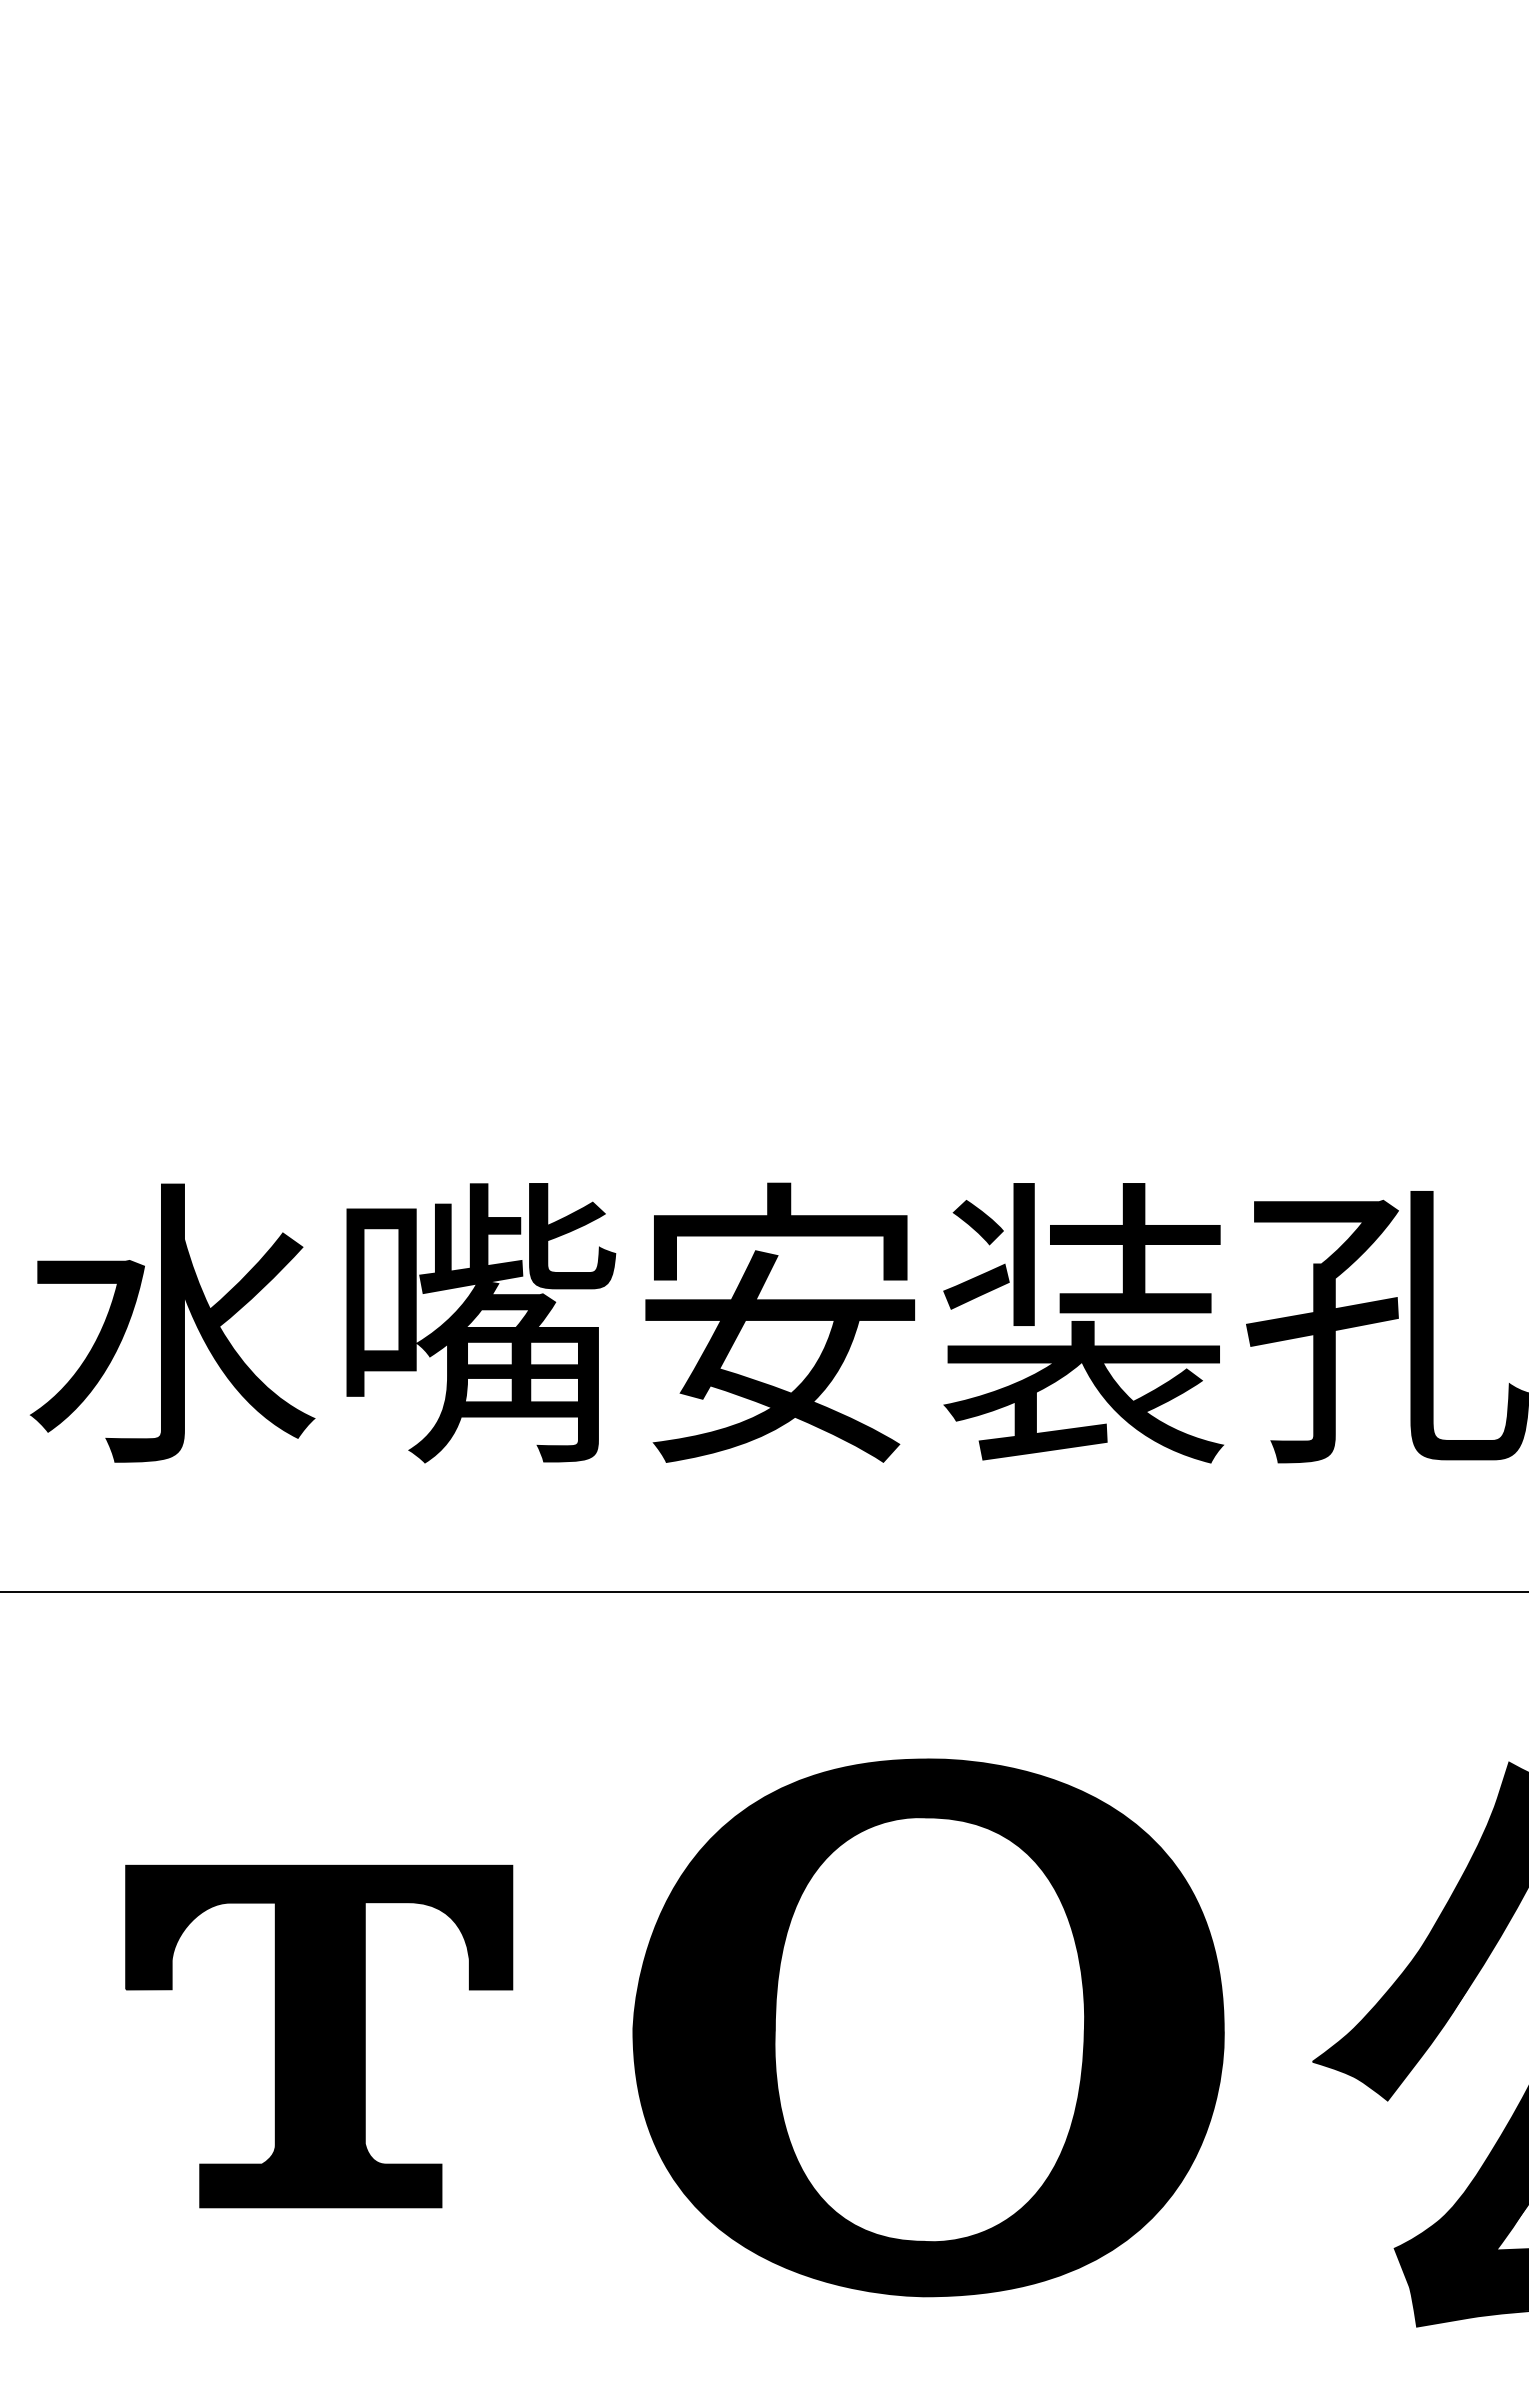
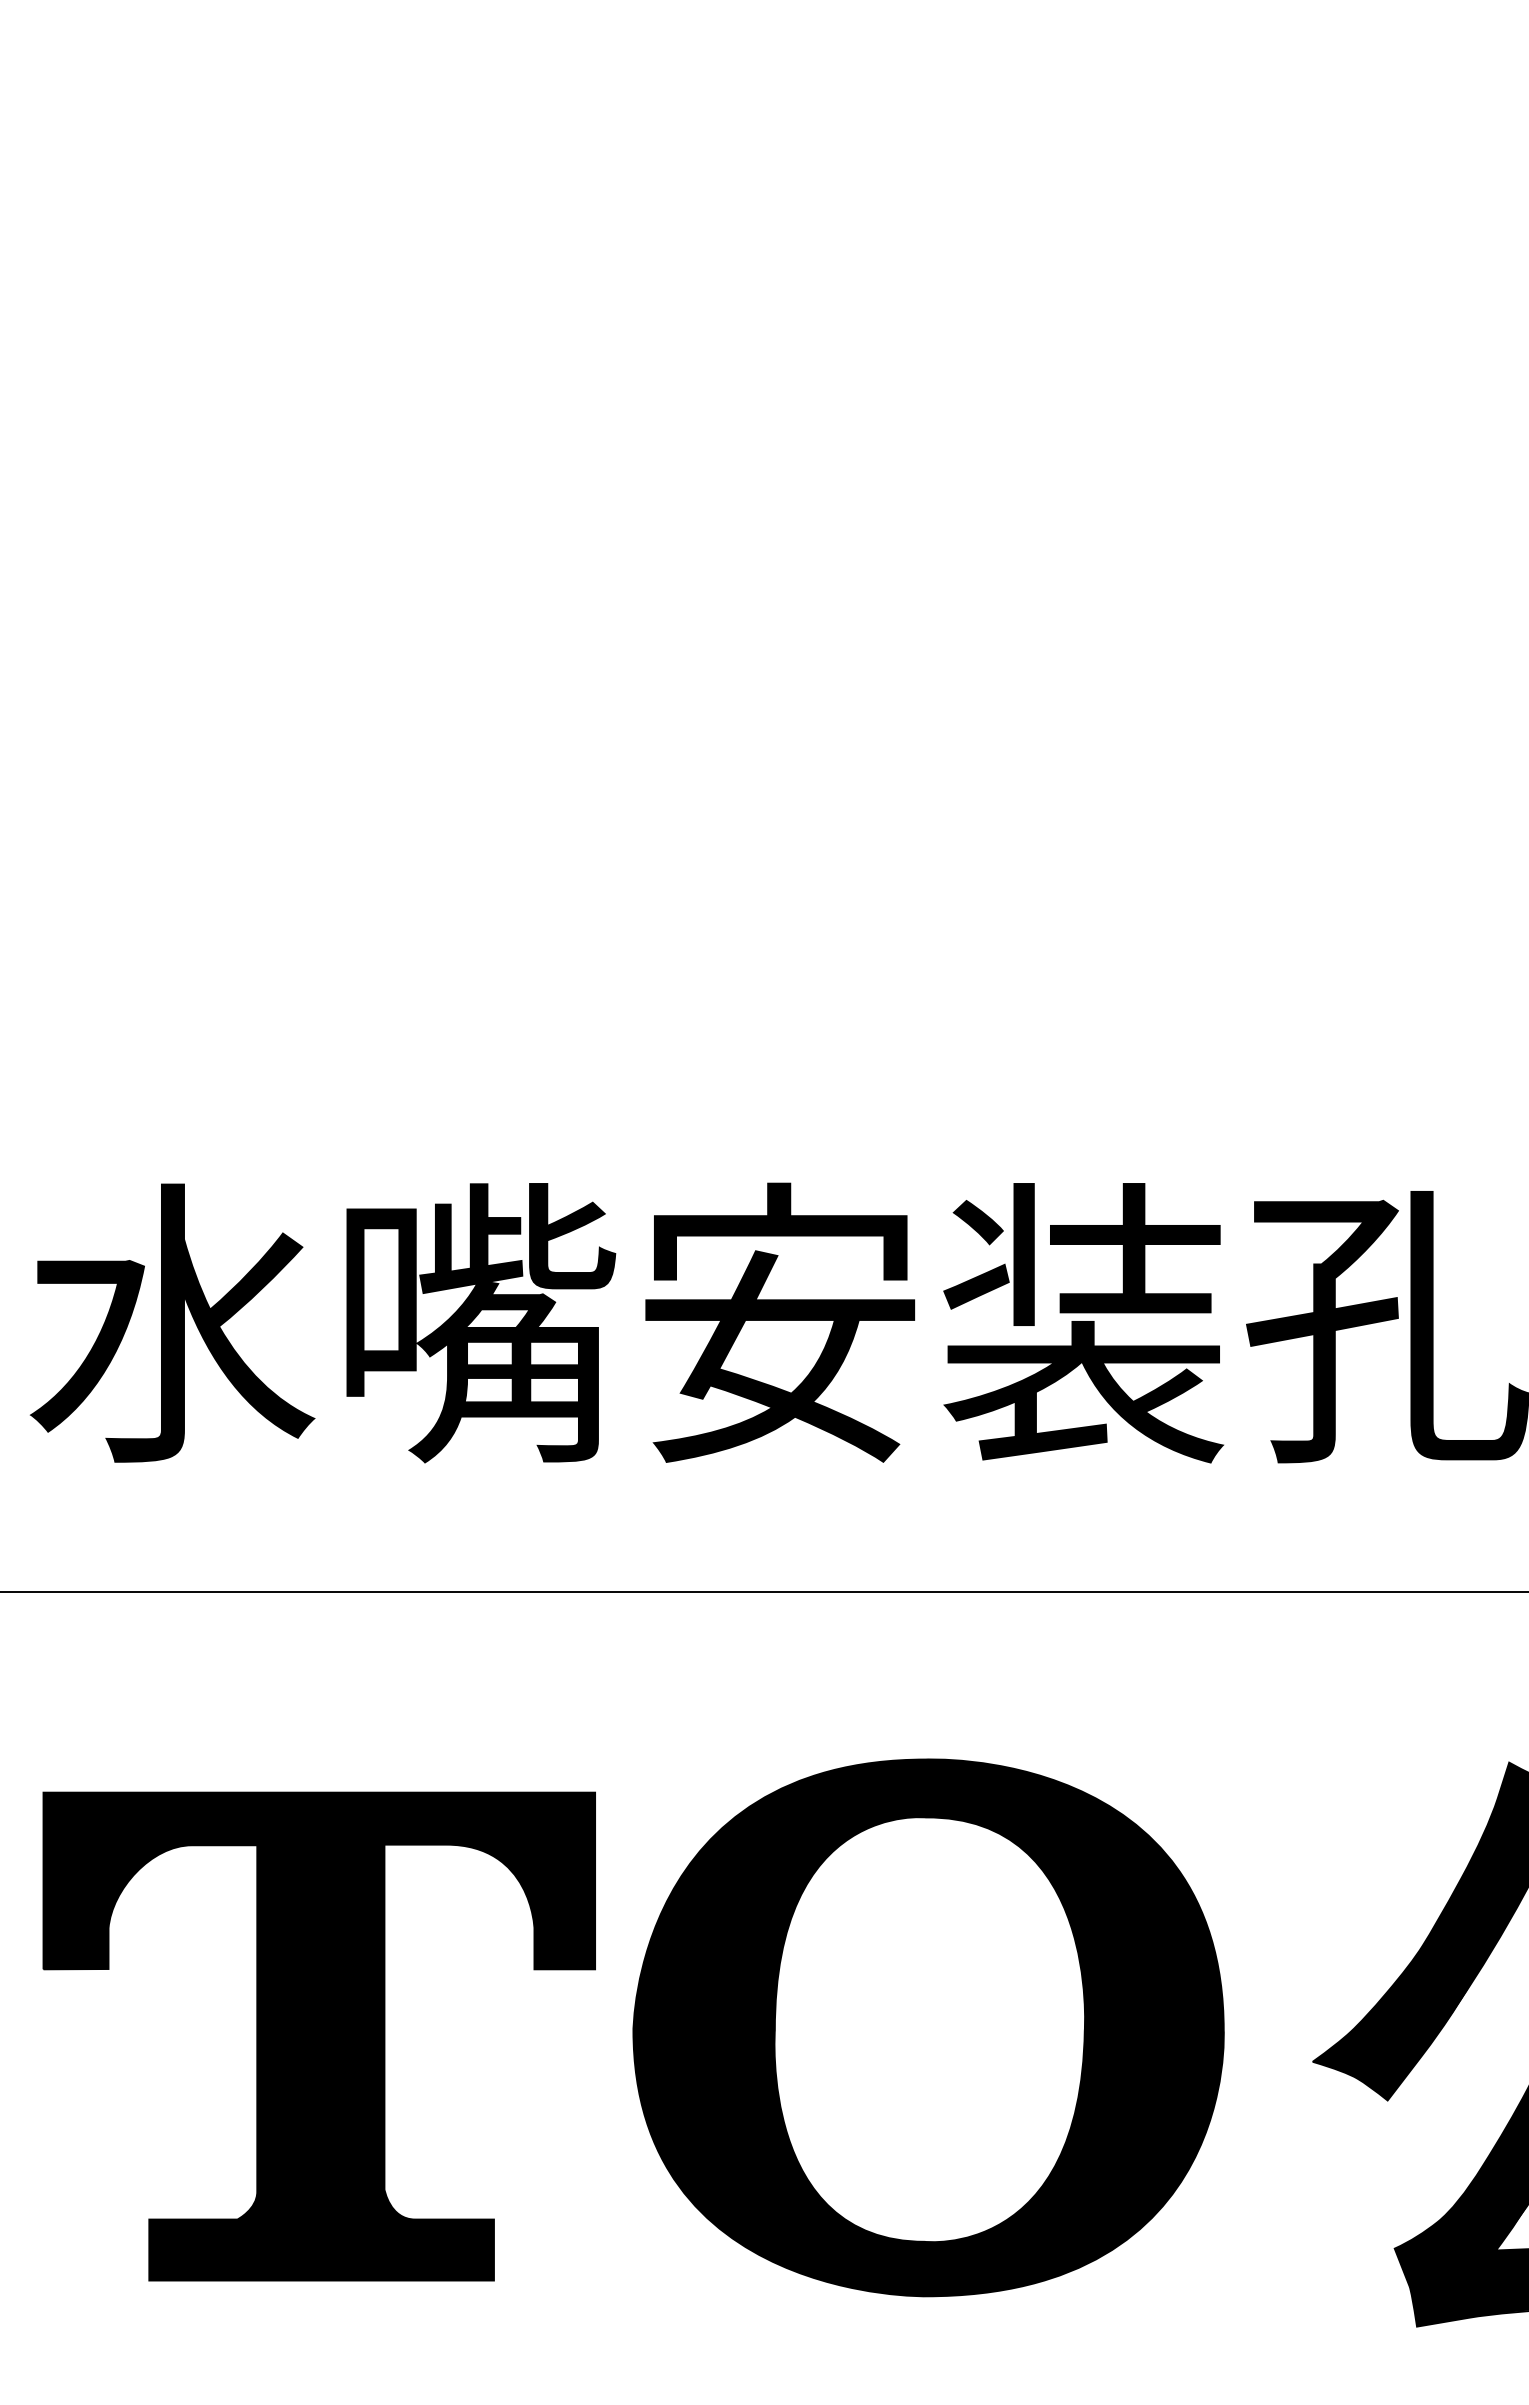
part at (319, 2036) size: 389x345 px -> 554x491 px
